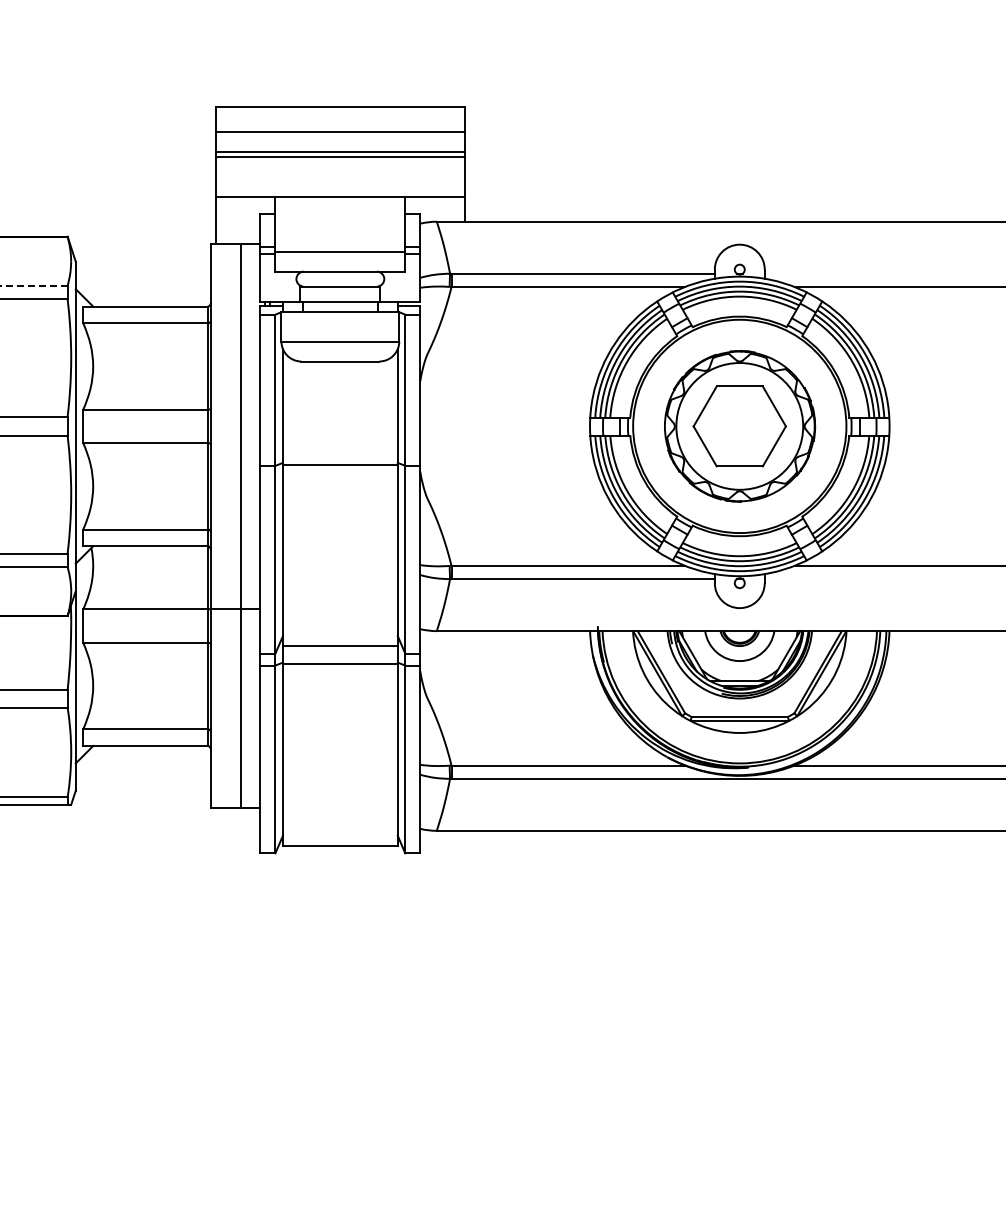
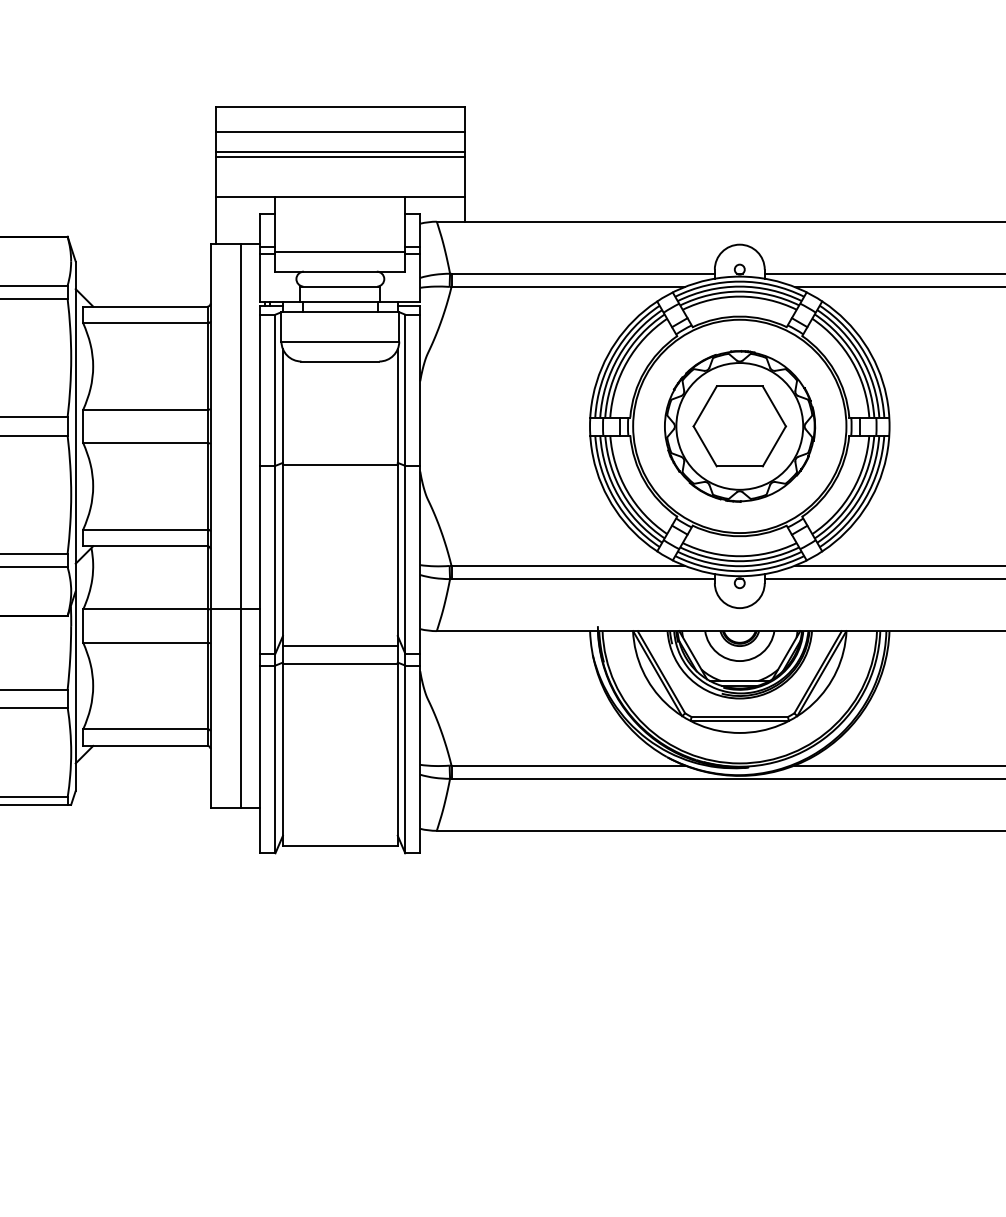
line at (883, 273): none -> present
line at (33, 285): dashed -> solid
line at (883, 579): none -> present
